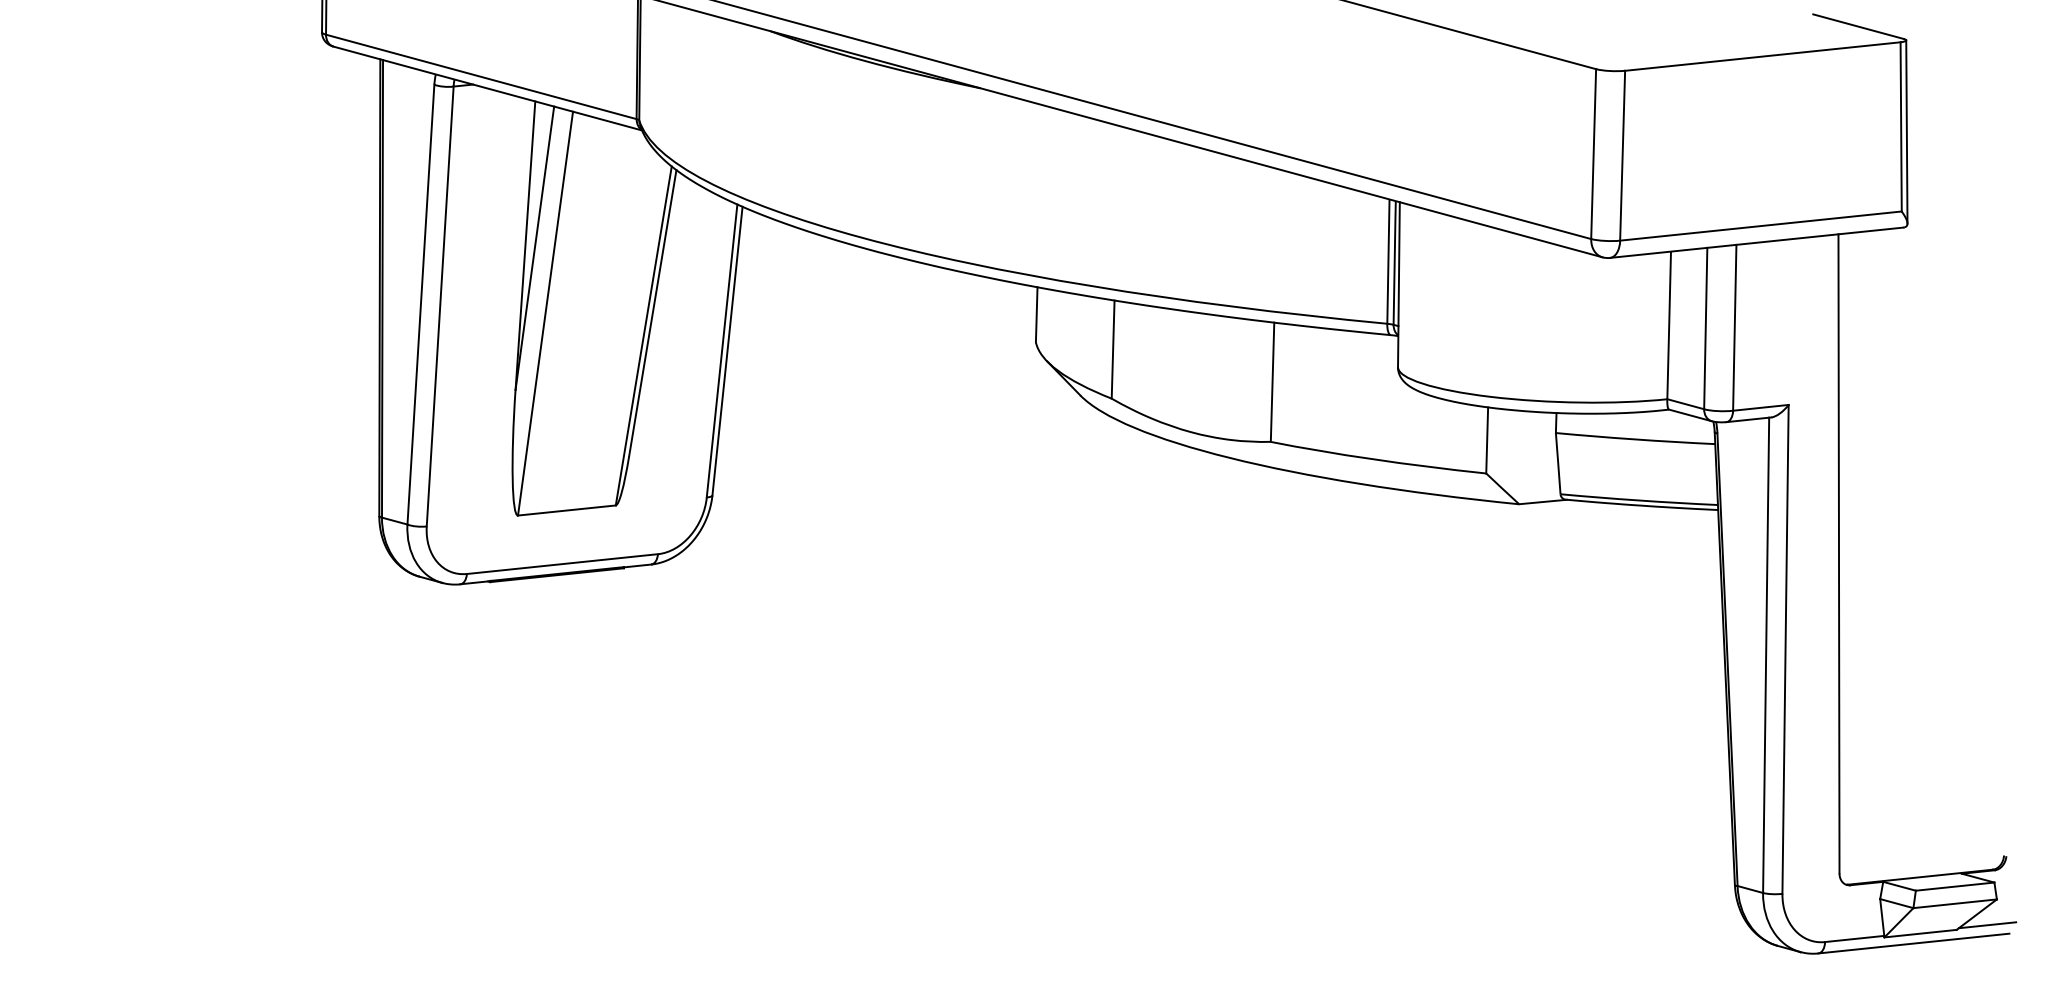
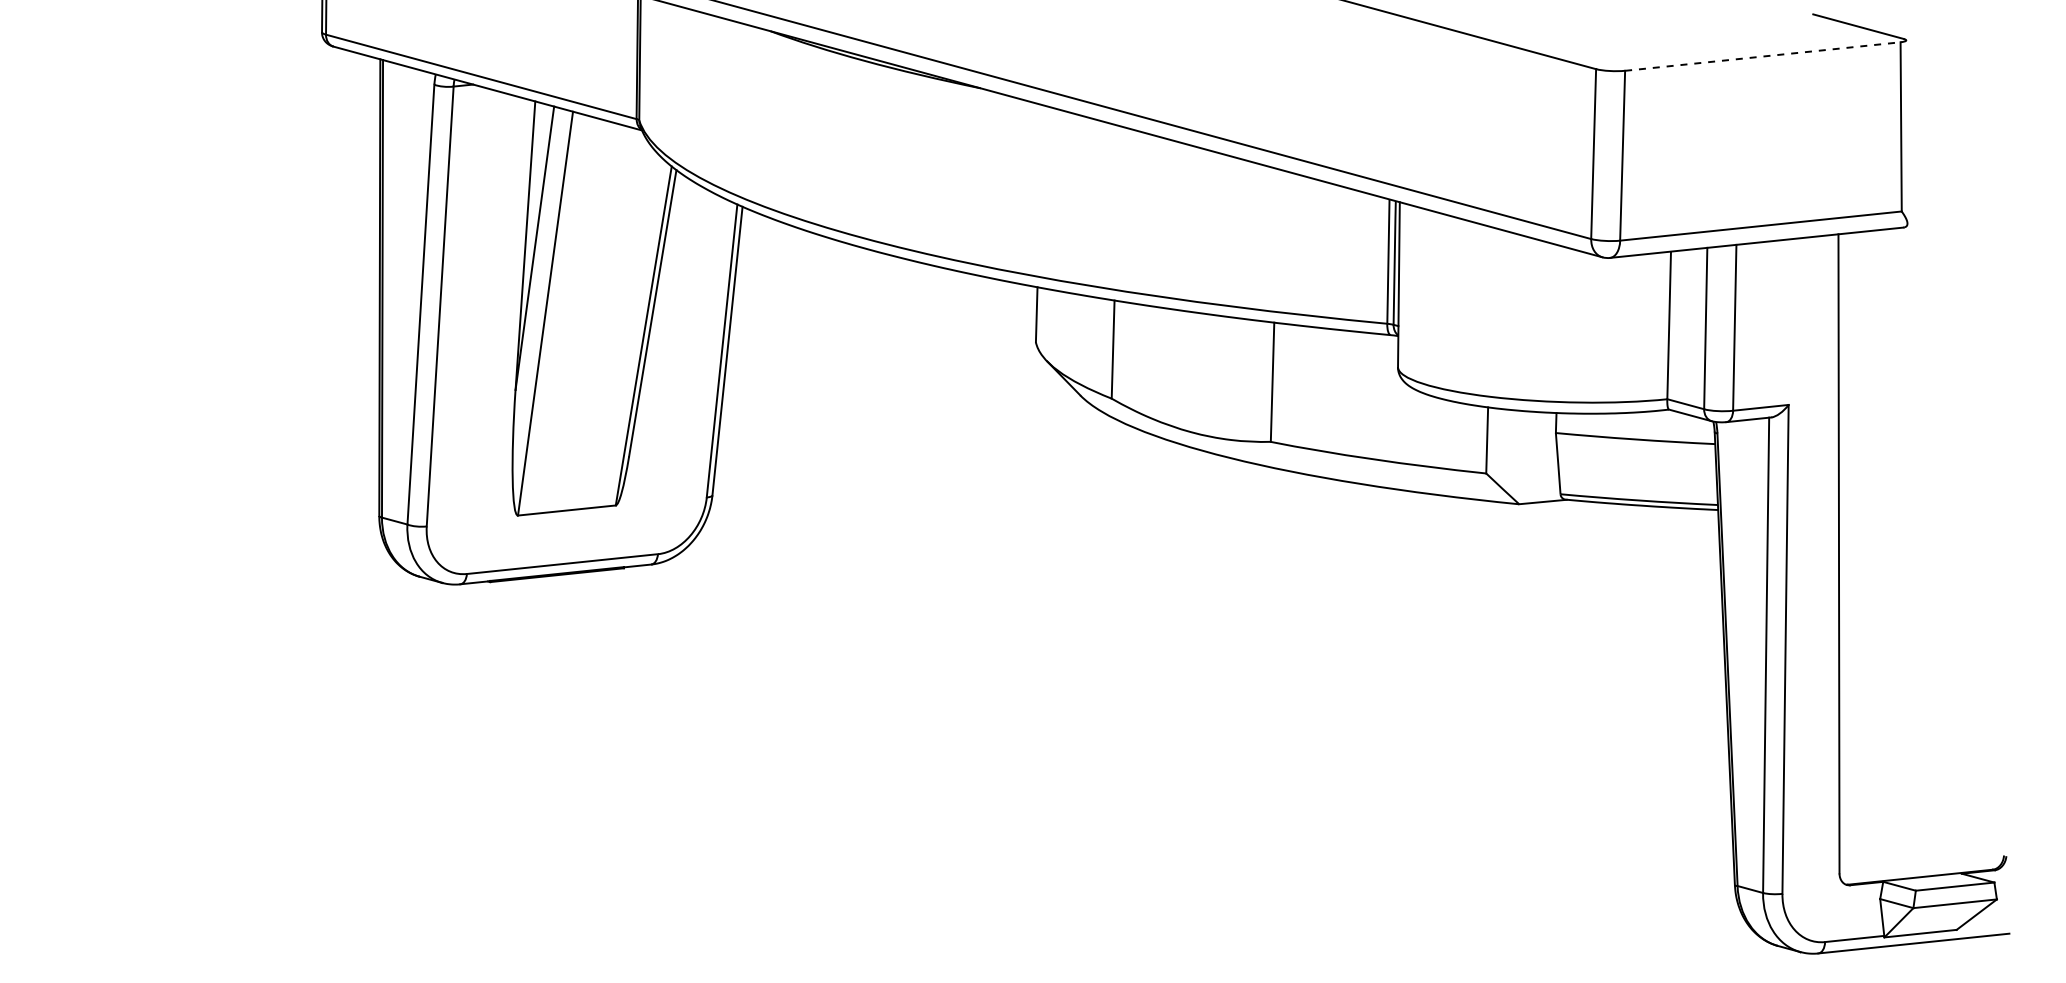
line at (1763, 56): solid -> dashed
line at (1906, 131): present -> none
line at (1987, 925): present -> none
